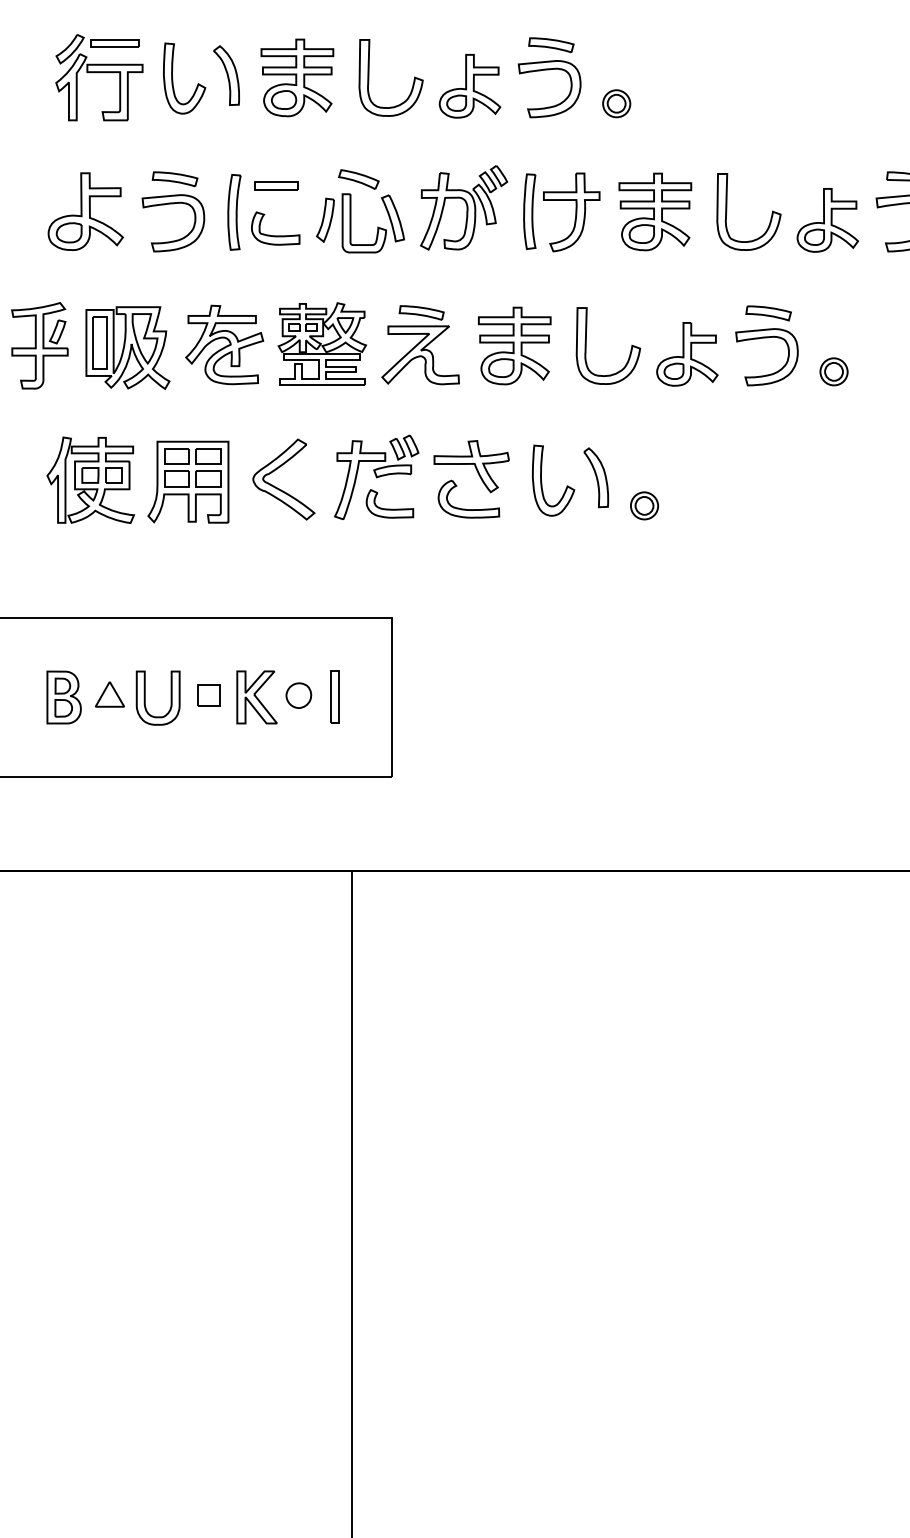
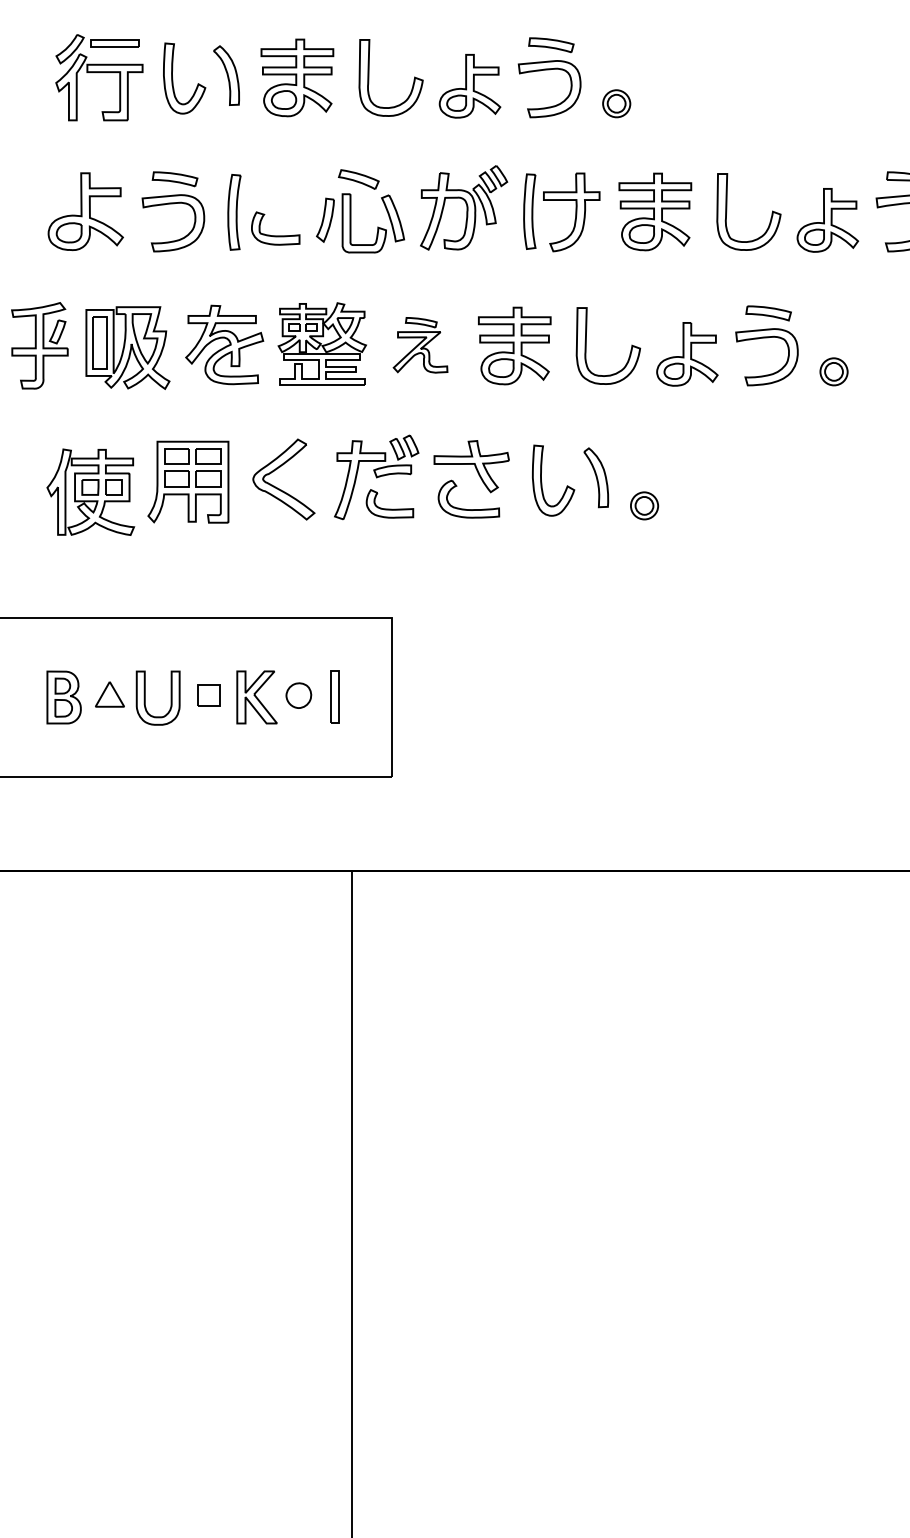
part at (276, 185): present -> none
part at (420, 345) size: 79x81 px -> 57x57 px
part at (90, 479) position: (90, 479) -> (90, 491)
